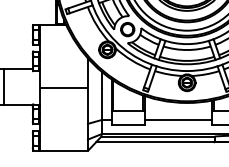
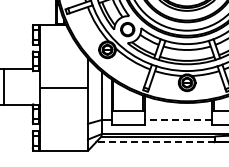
line at (178, 120): solid -> dashed
line at (155, 141): solid -> dashed
